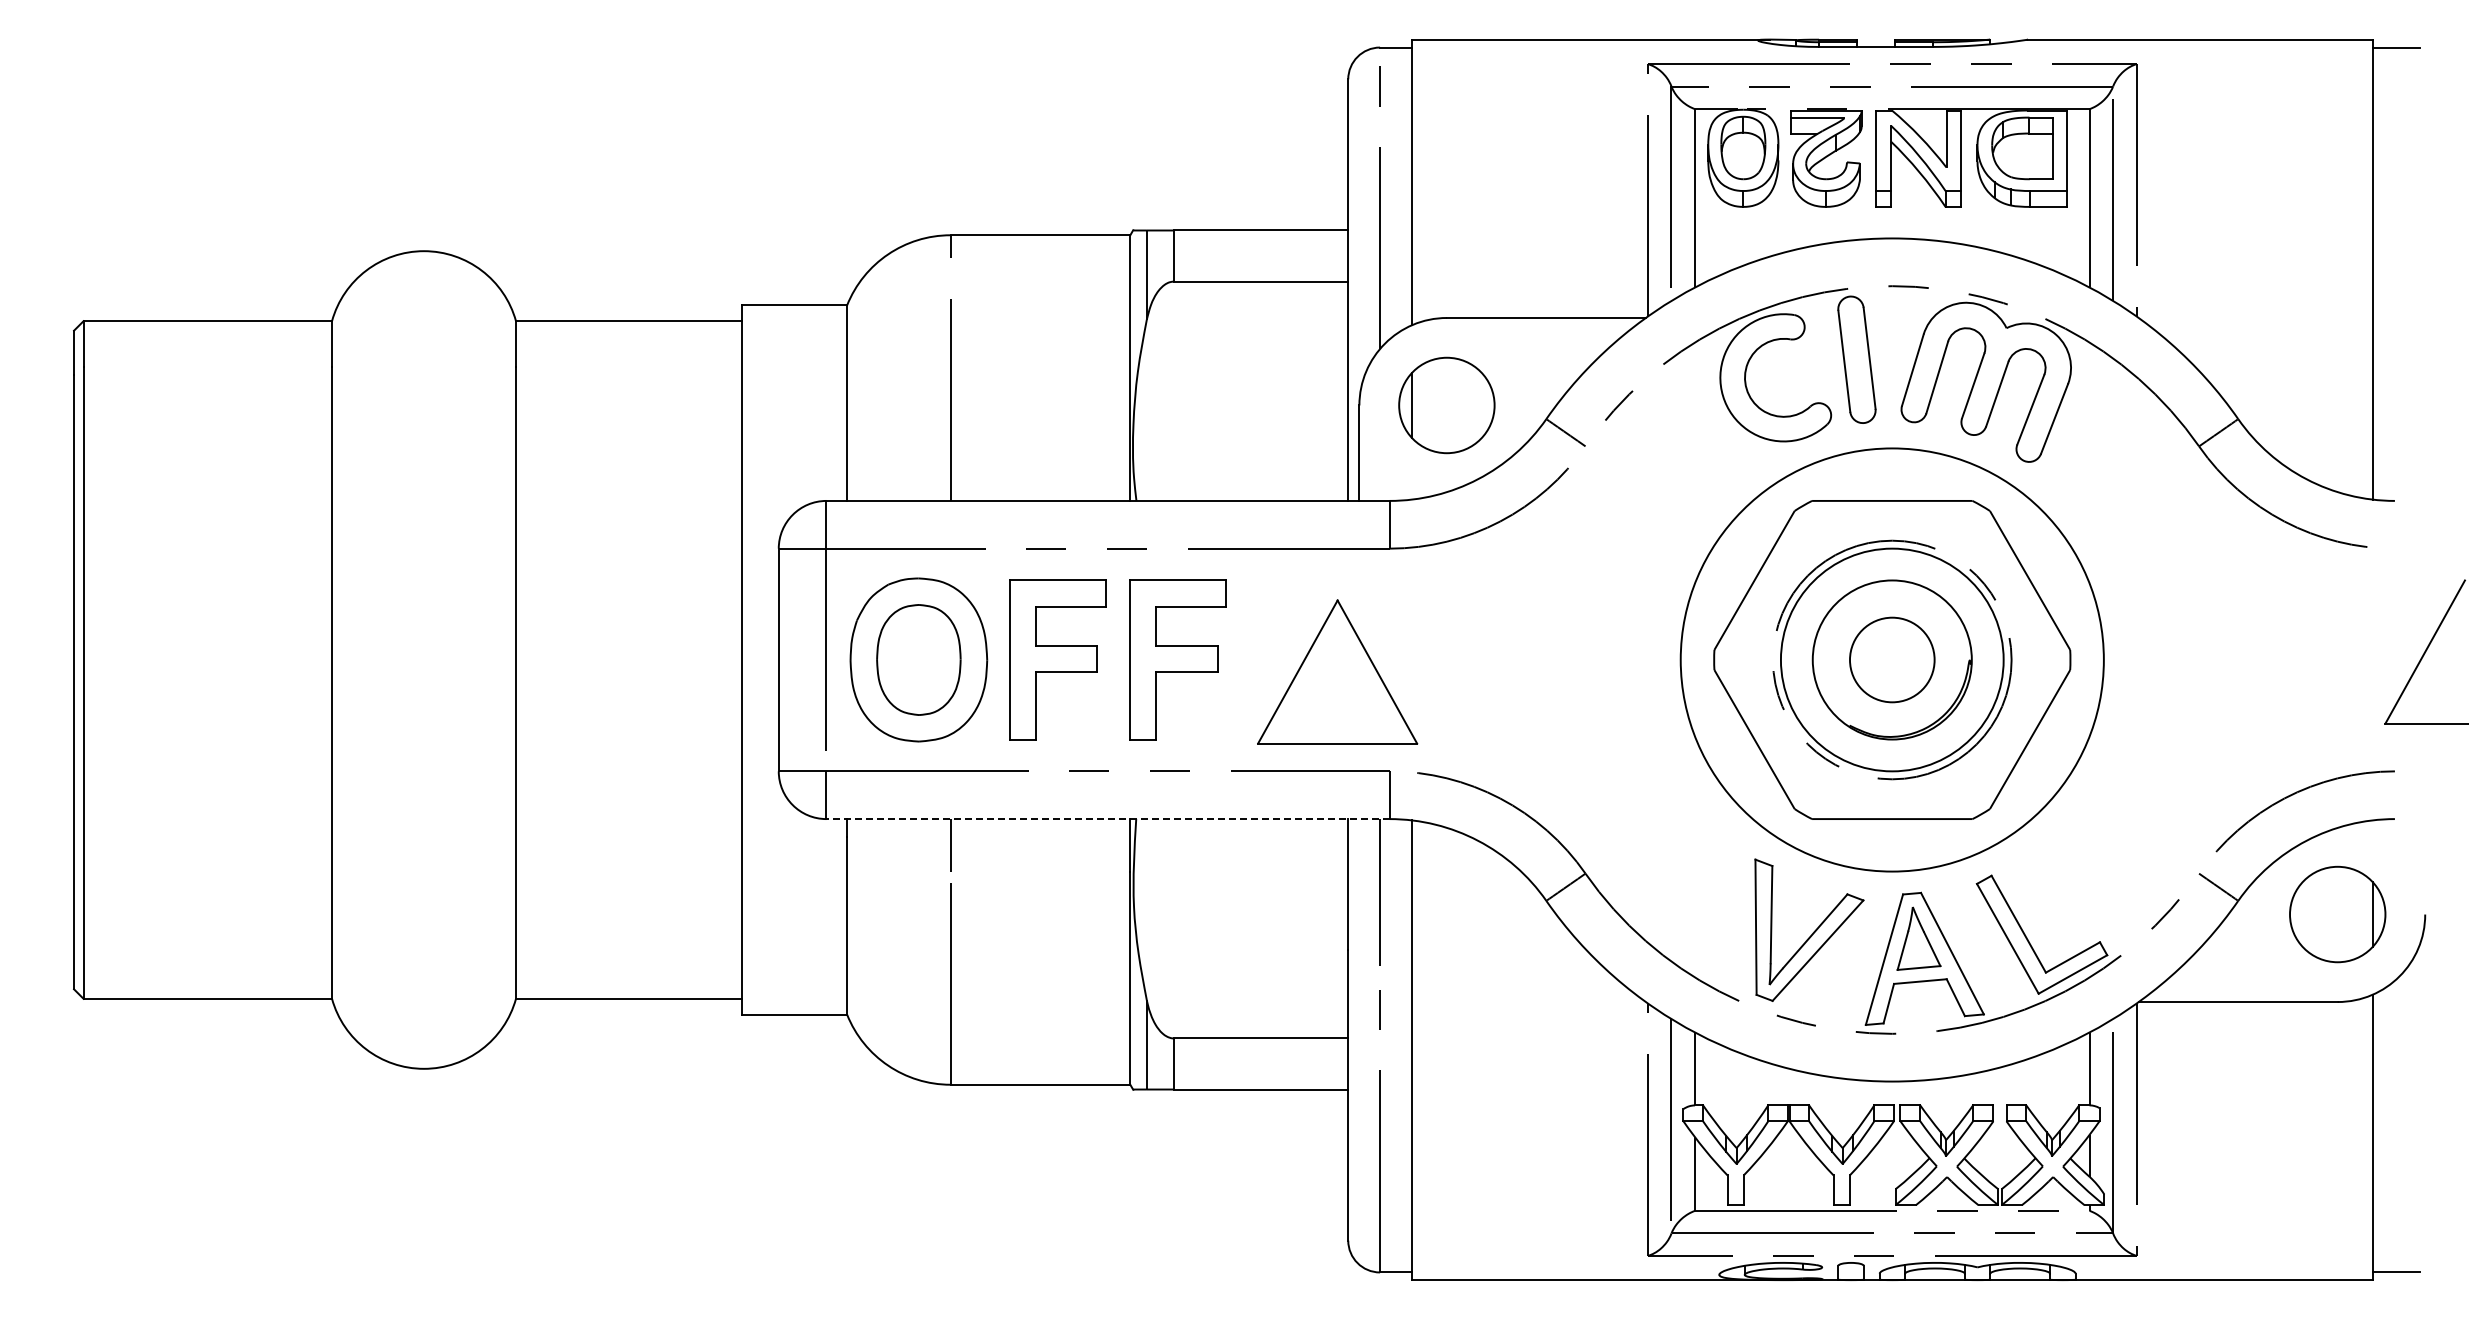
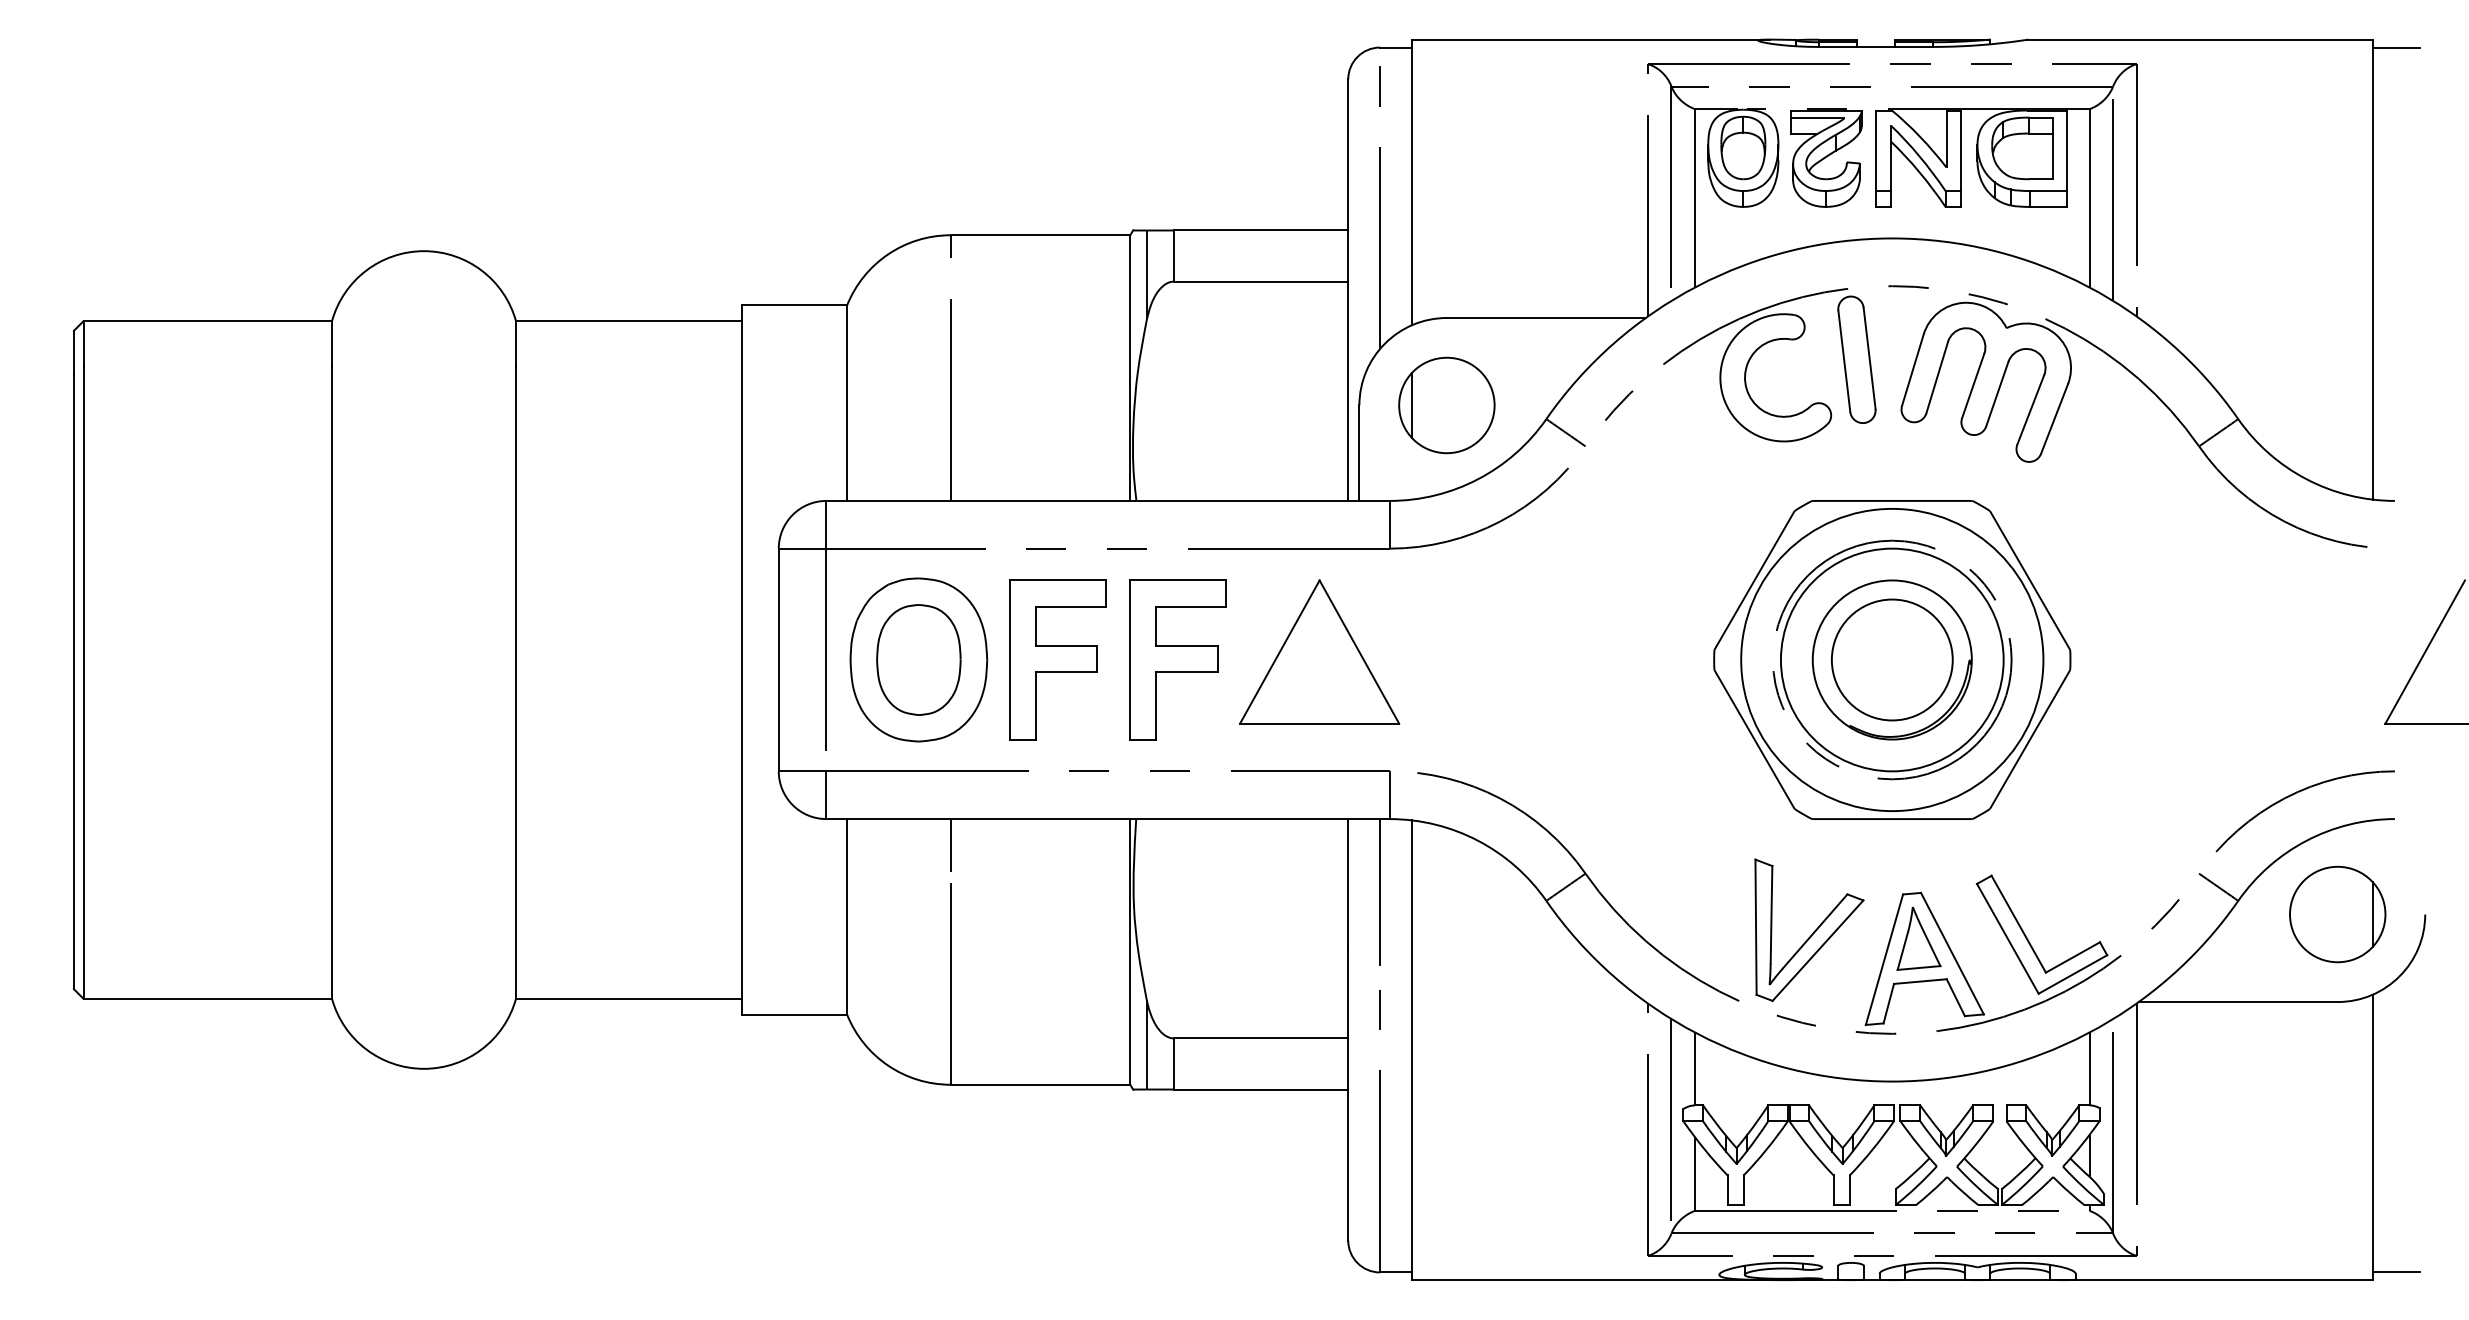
circle at (1891, 659) diameter: 423 px -> 302 px
circle at (1892, 659) diameter: 85 px -> 121 px
part at (1337, 671) position: (1337, 671) -> (1319, 651)
line at (1108, 819): dashed -> solid
